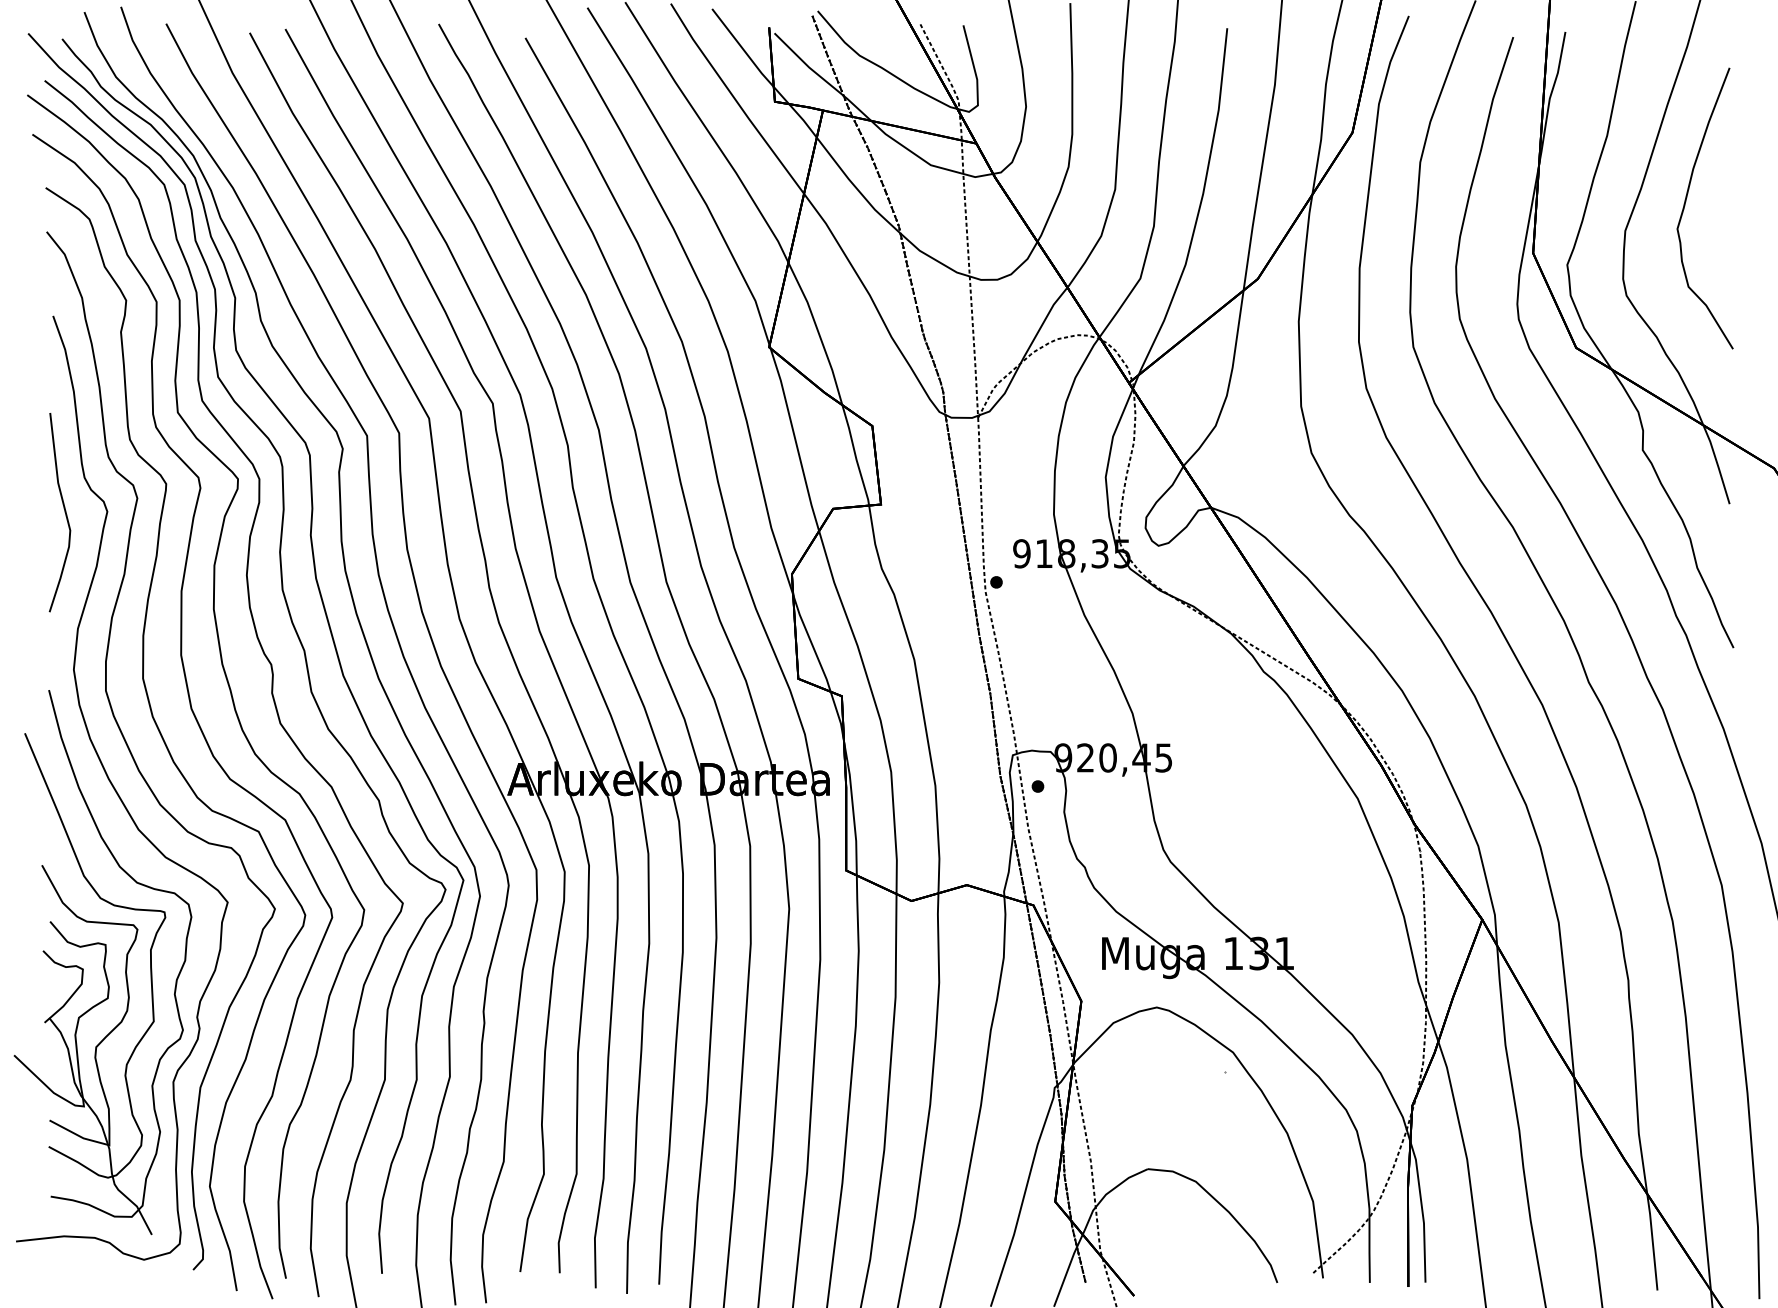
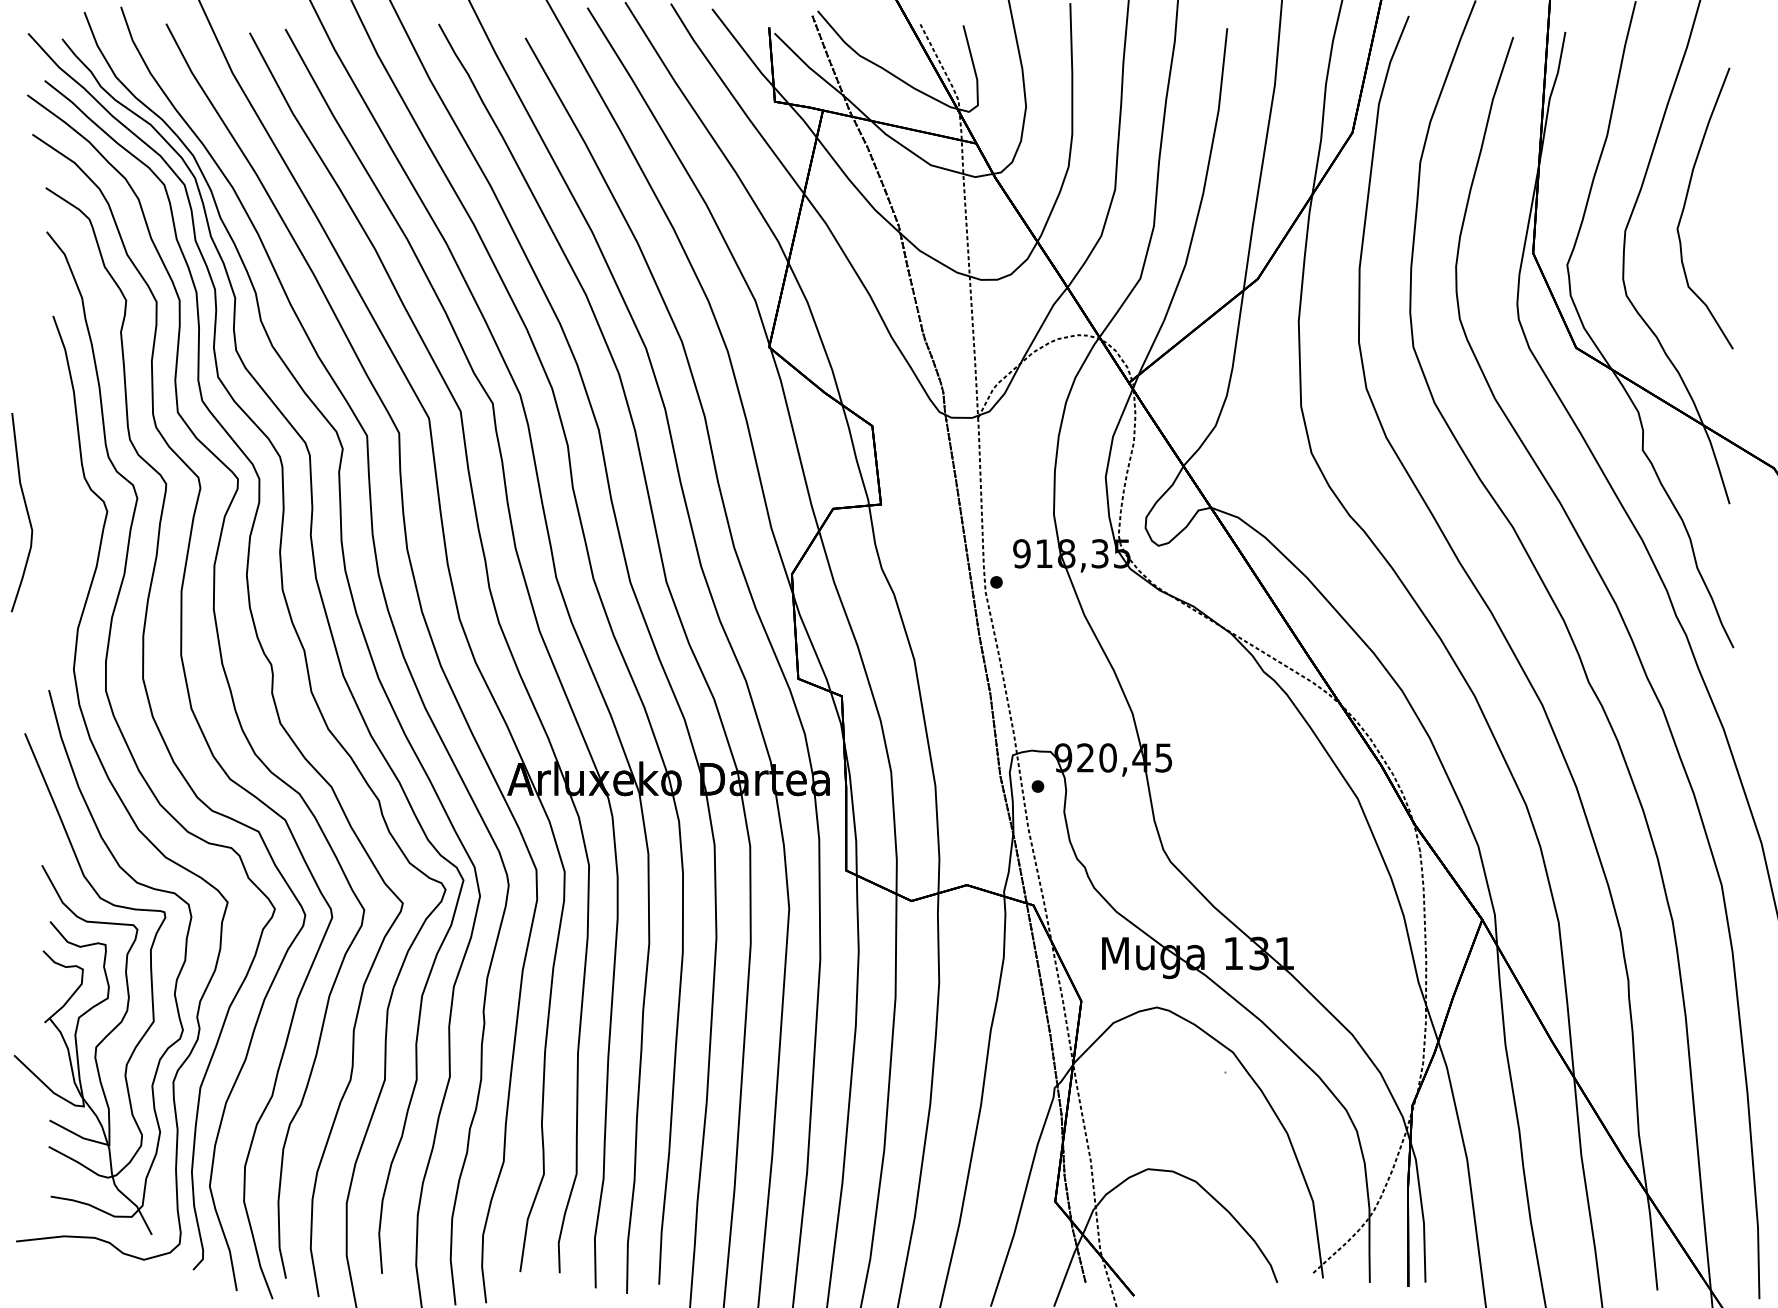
curve at (64, 512) position: (64, 512) -> (26, 512)
